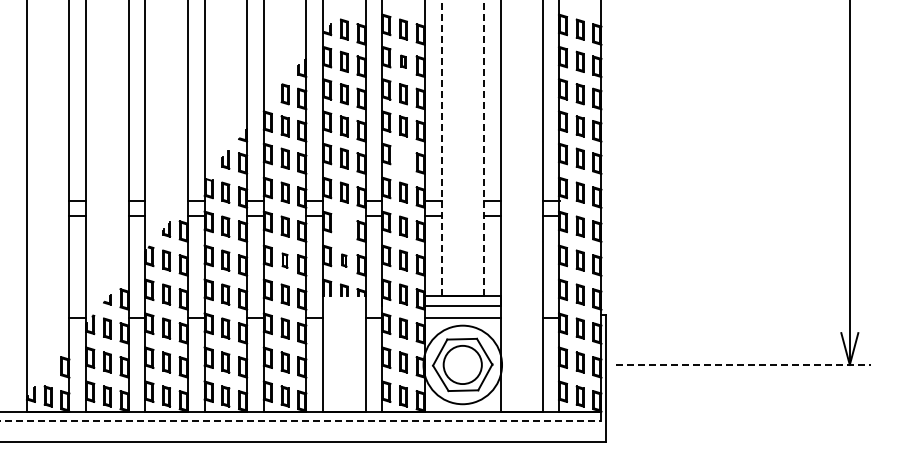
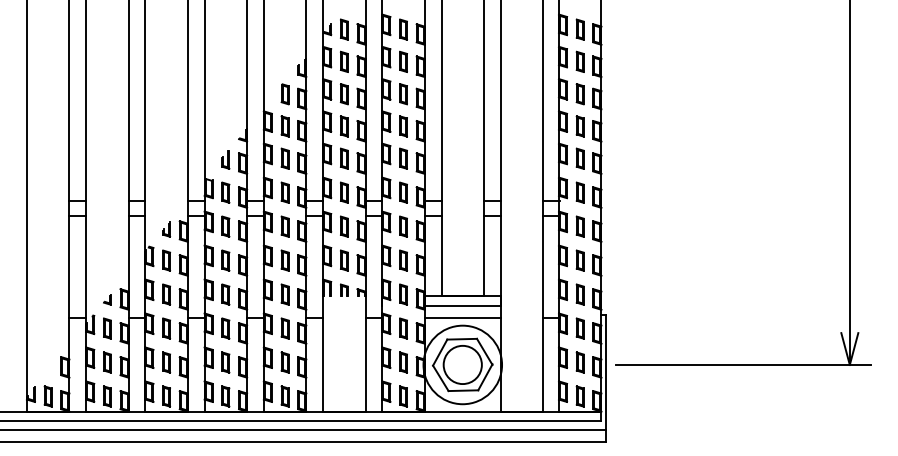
part at (403, 61) size: 7x15 px -> 9x23 px
line at (441, 148): dashed -> solid
line at (484, 148): dashed -> solid
part at (403, 158): none -> present
part at (344, 226): none -> present
part at (284, 260) size: 8x17 px -> 10x23 px
part at (344, 260) size: 7x15 px -> 9x23 px
line at (744, 364): dashed -> solid
line at (301, 421): dashed -> solid
line at (303, 429): none -> present
